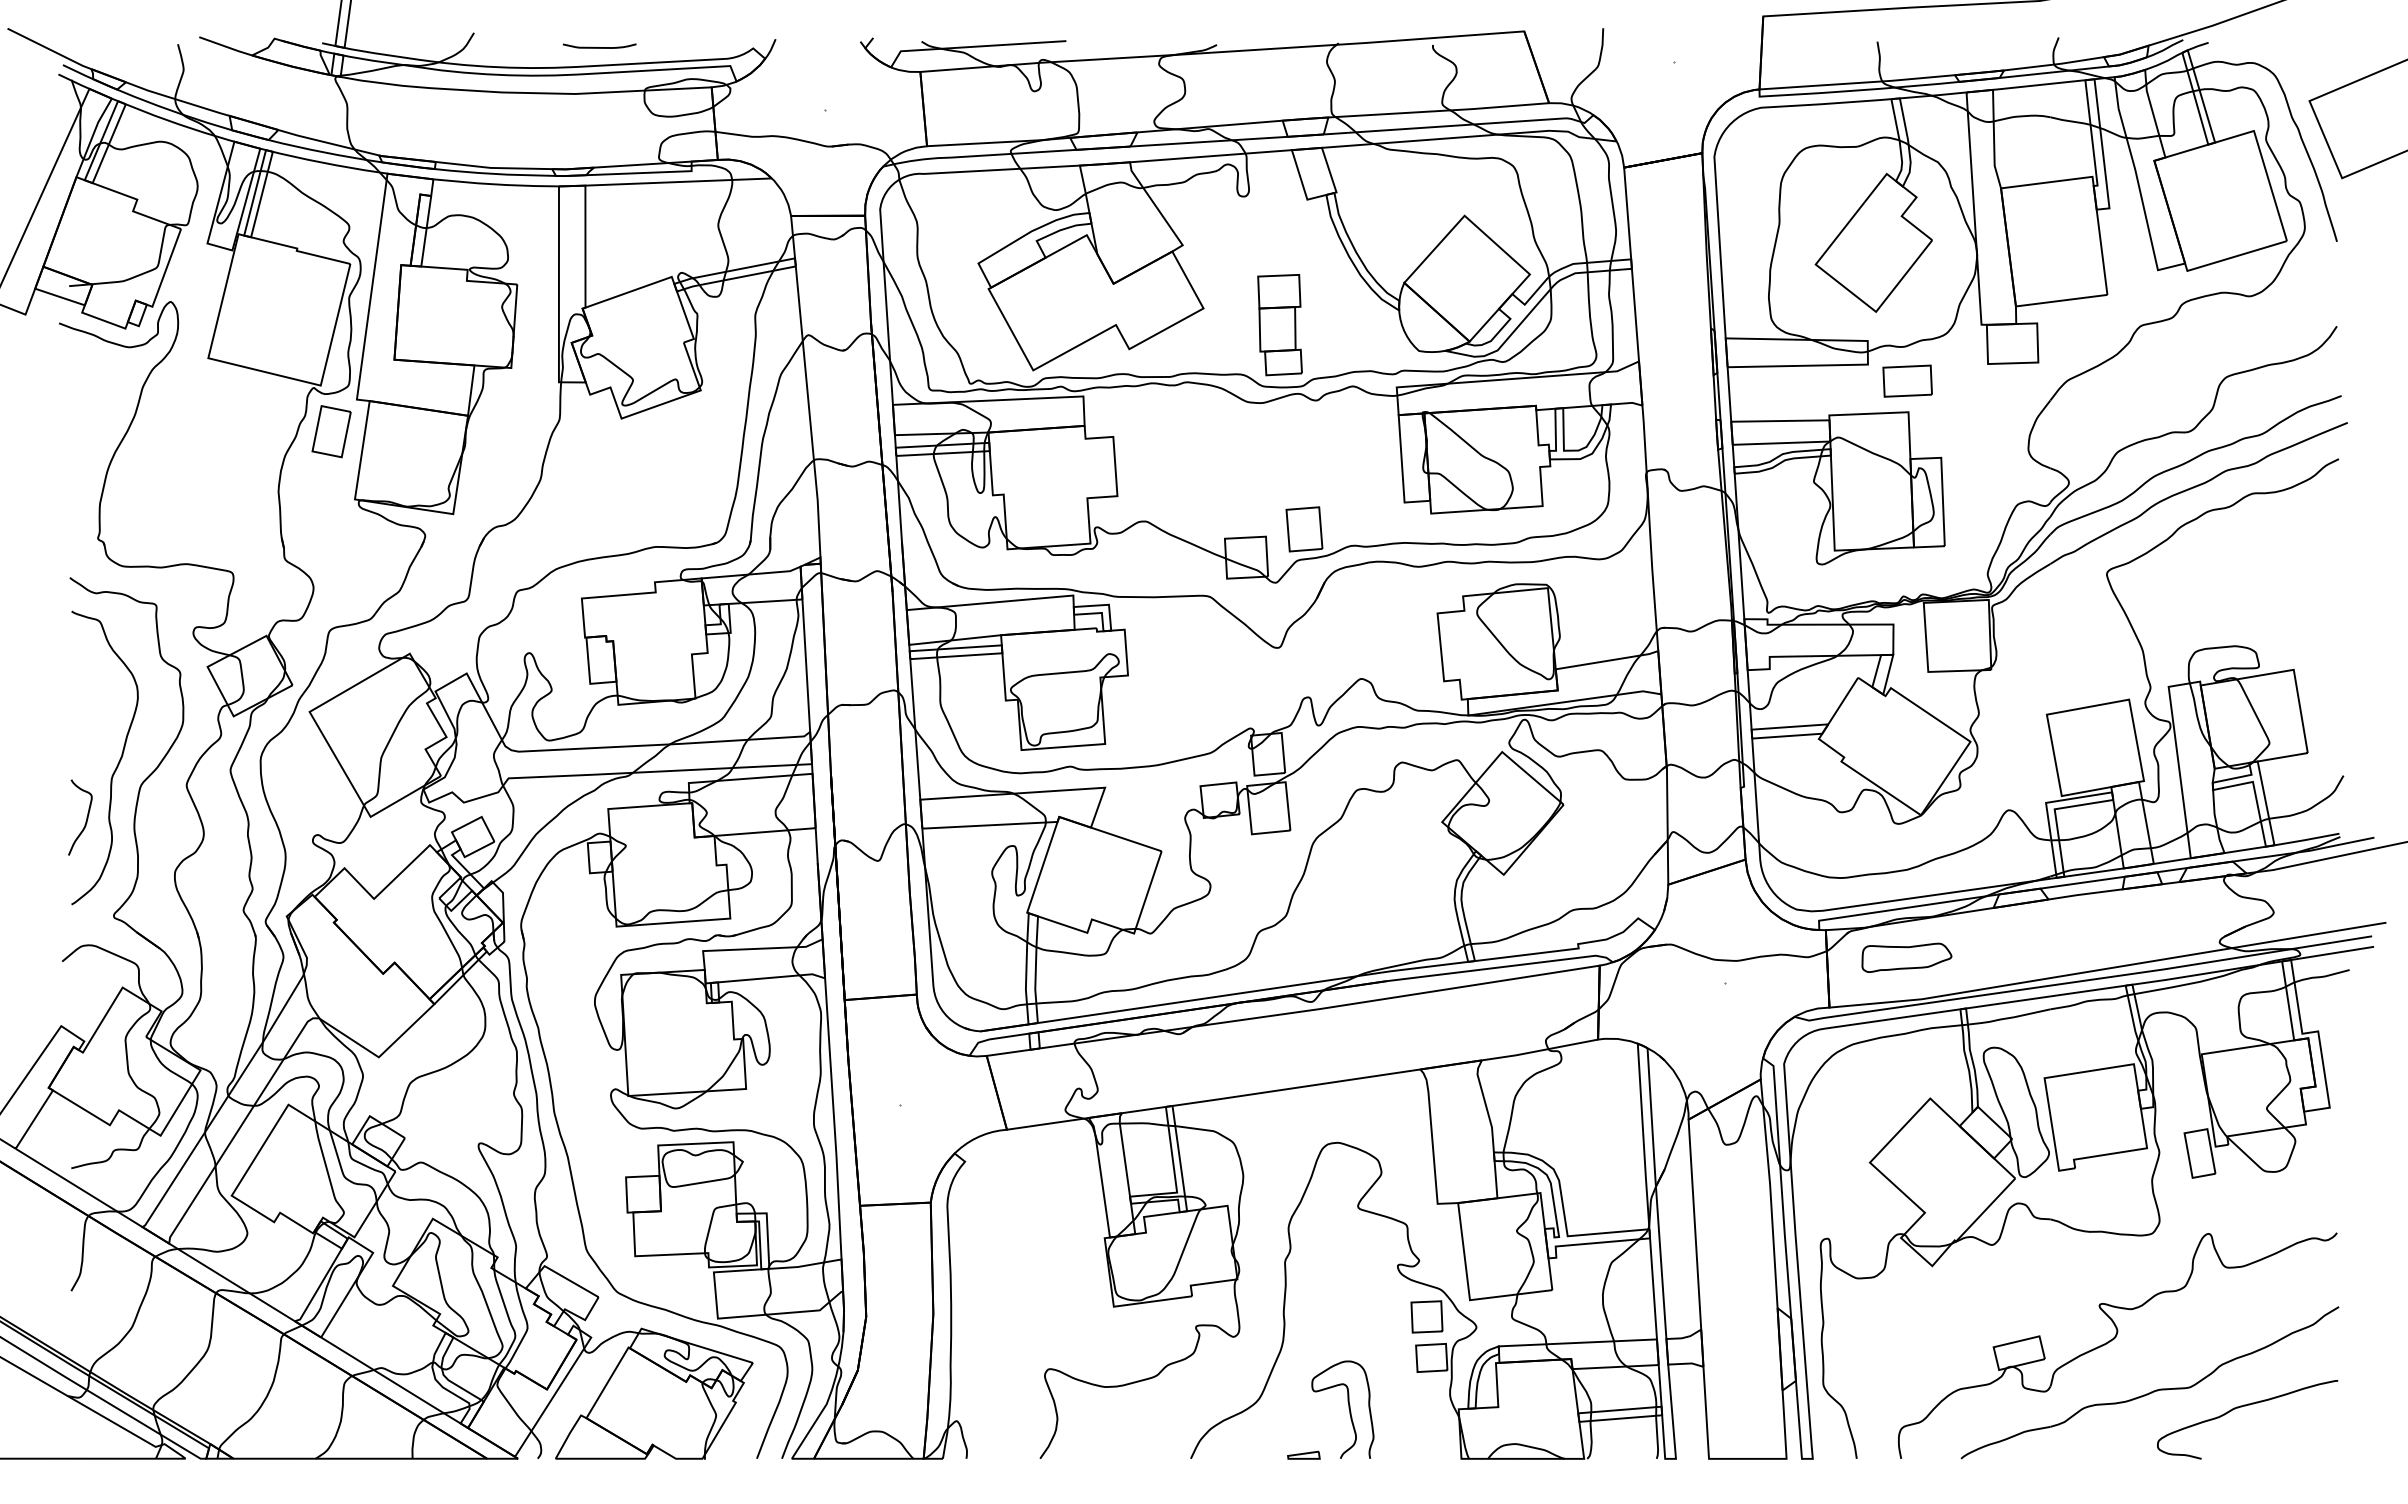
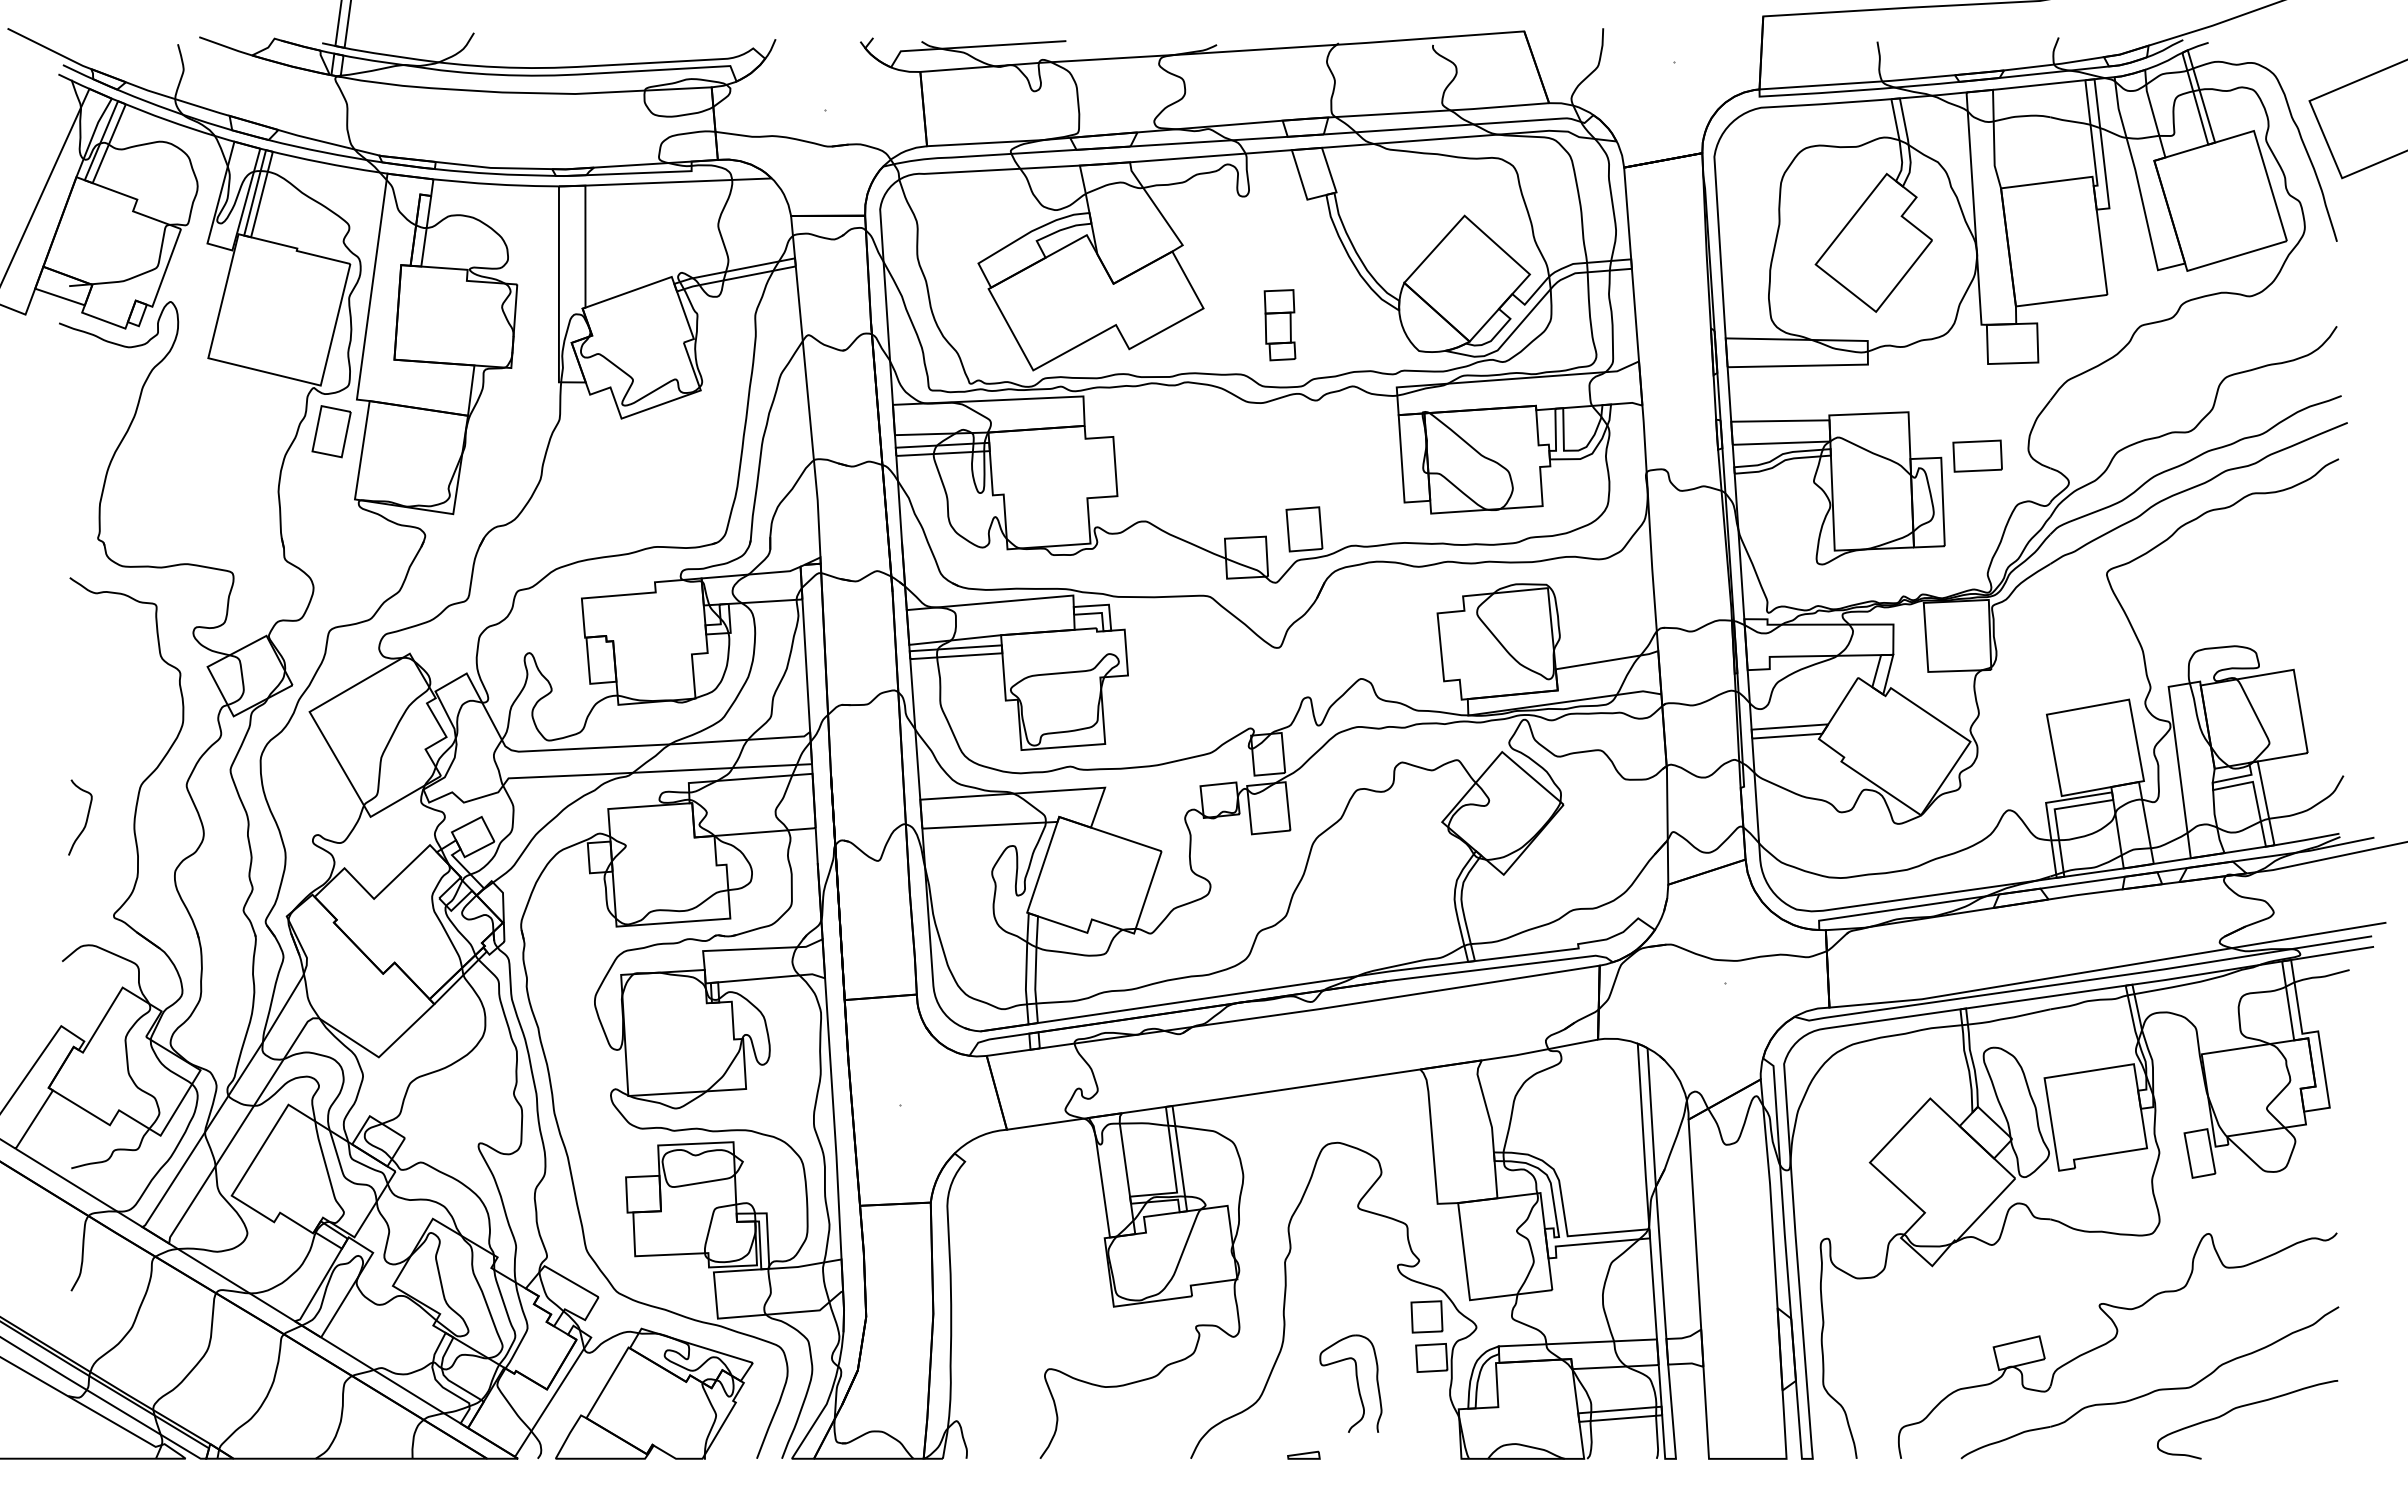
curve at (599, 47): present -> none
part at (1279, 325) size: 46x103 px -> 34x73 px
part at (1907, 380) position: (1907, 380) -> (1977, 455)
curve at (117, 763): present -> none
part at (1906, 957): present -> none
part at (1348, 1408) position: (1348, 1408) -> (1356, 1382)
